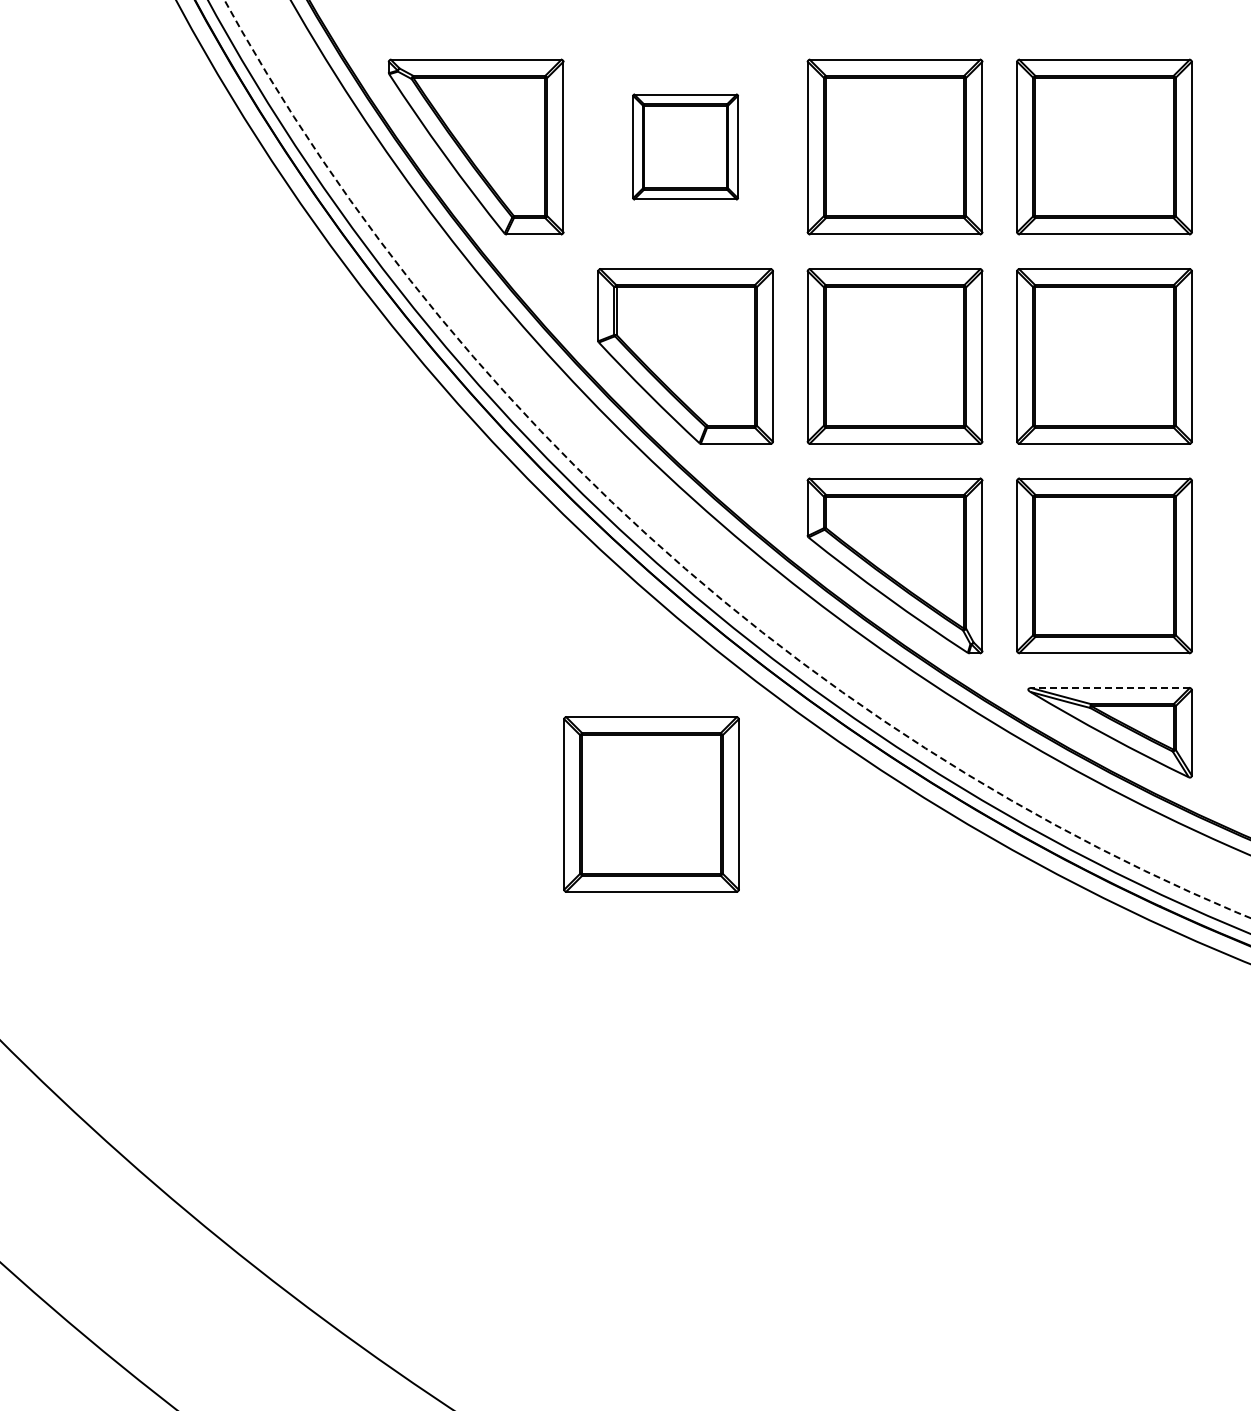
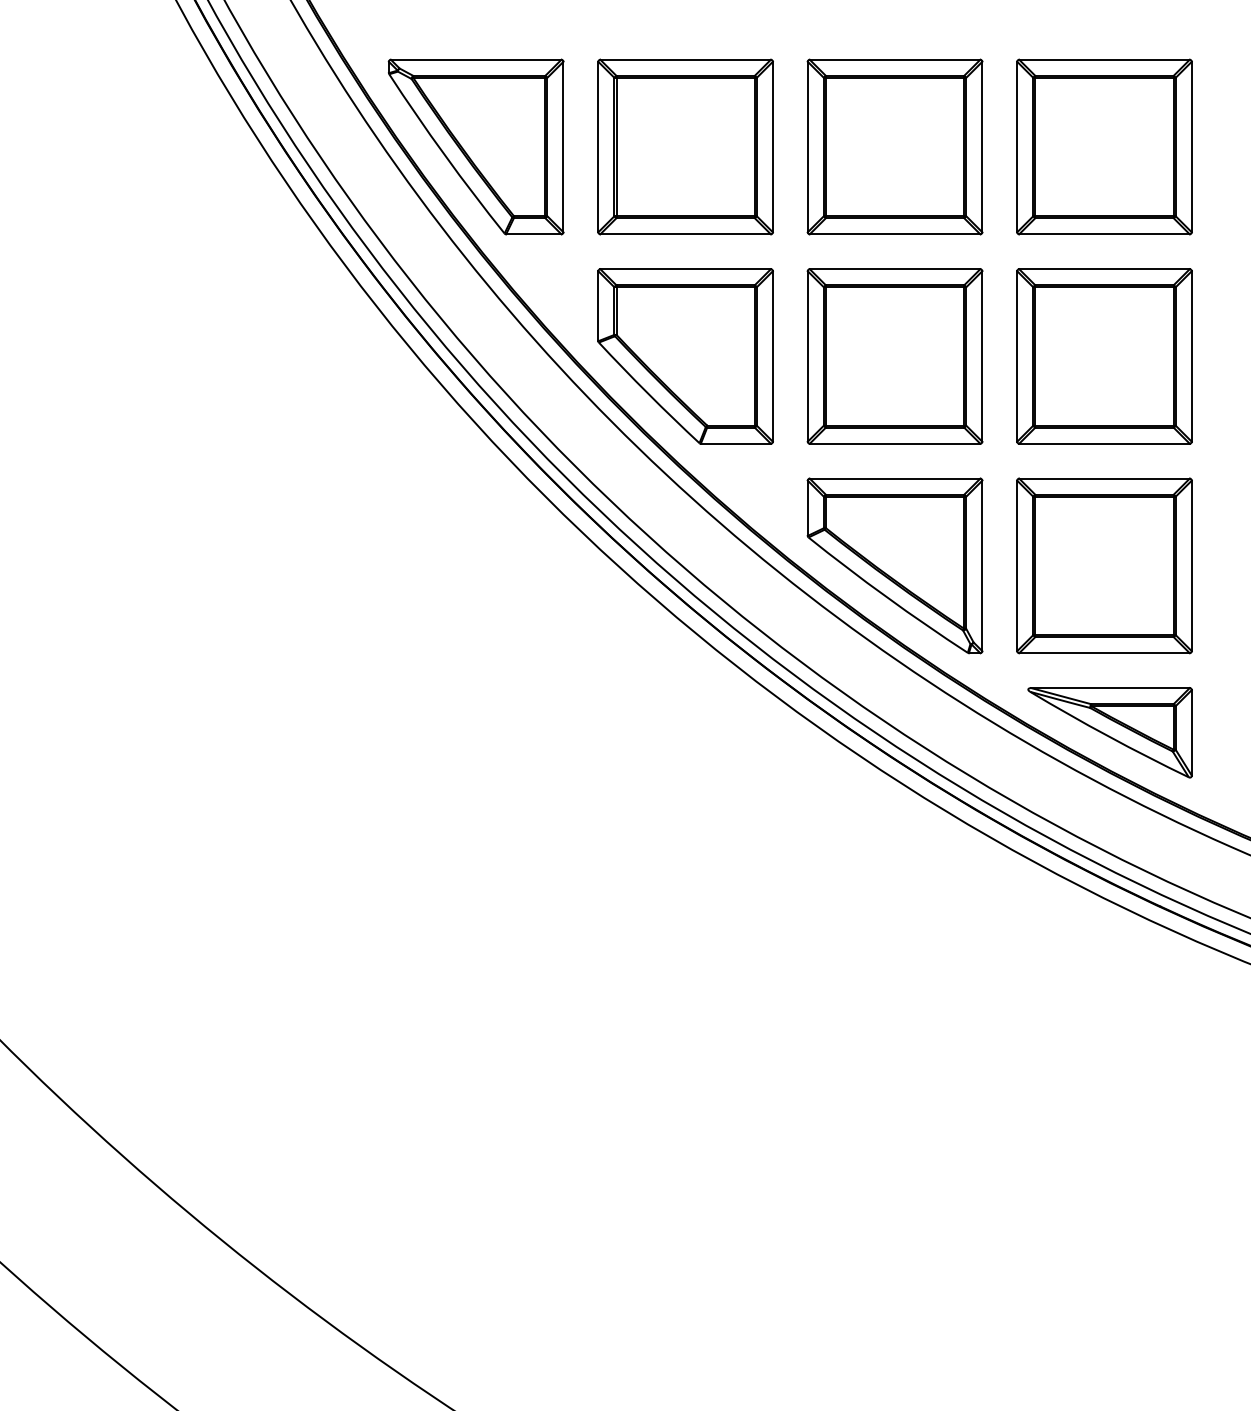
part at (685, 146) size: 107x108 px -> 177x178 px
circle at (737, 459): dashed -> solid
line at (1110, 688): dashed -> solid
part at (651, 804): present -> none
